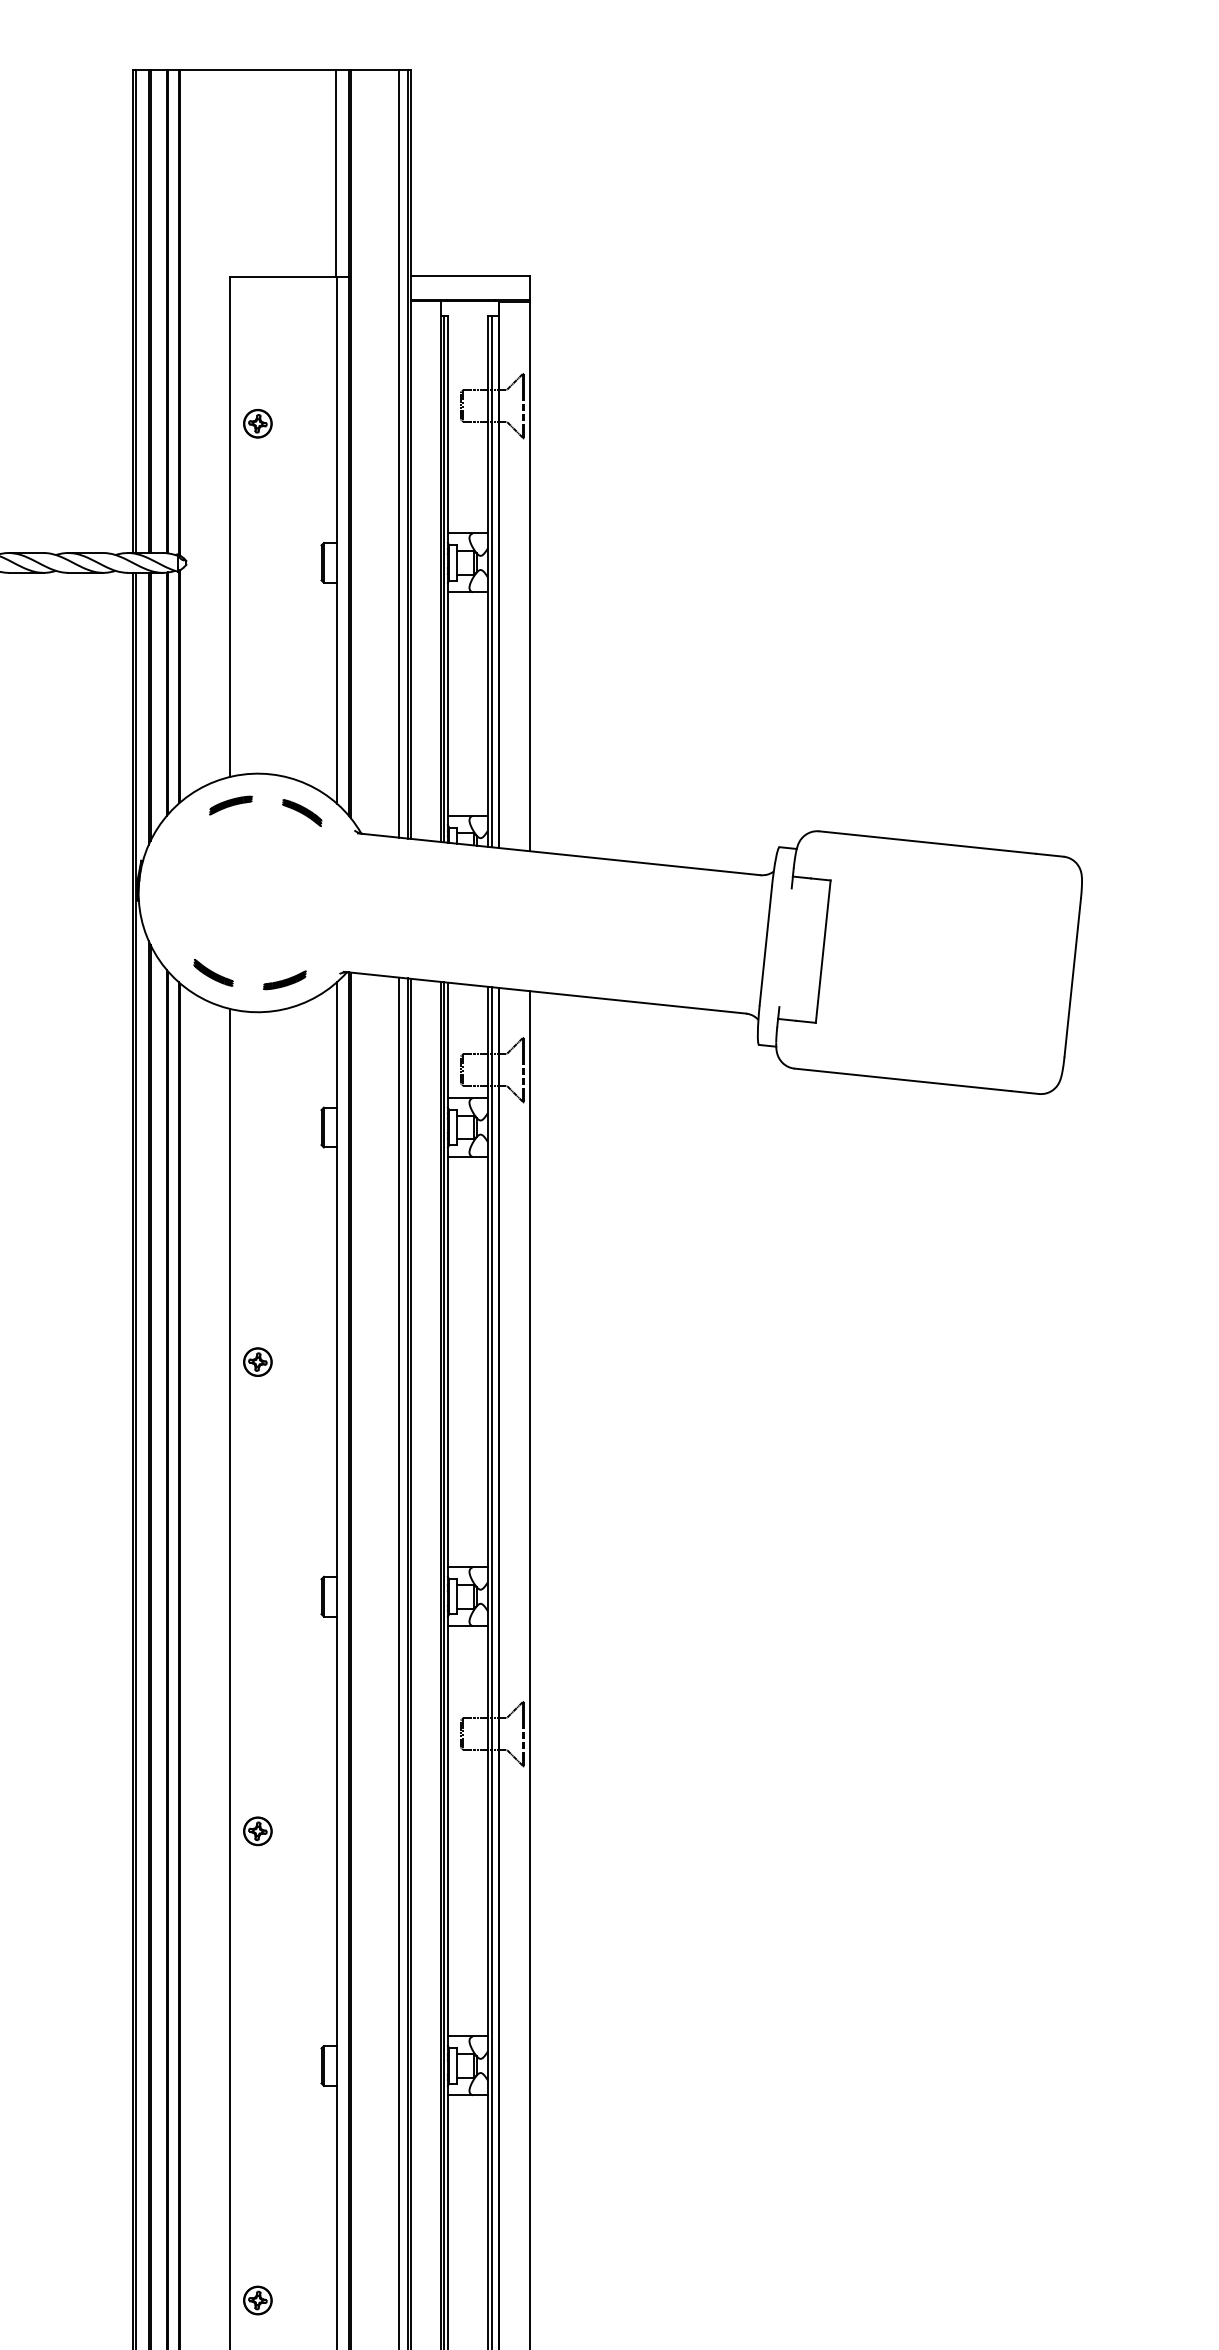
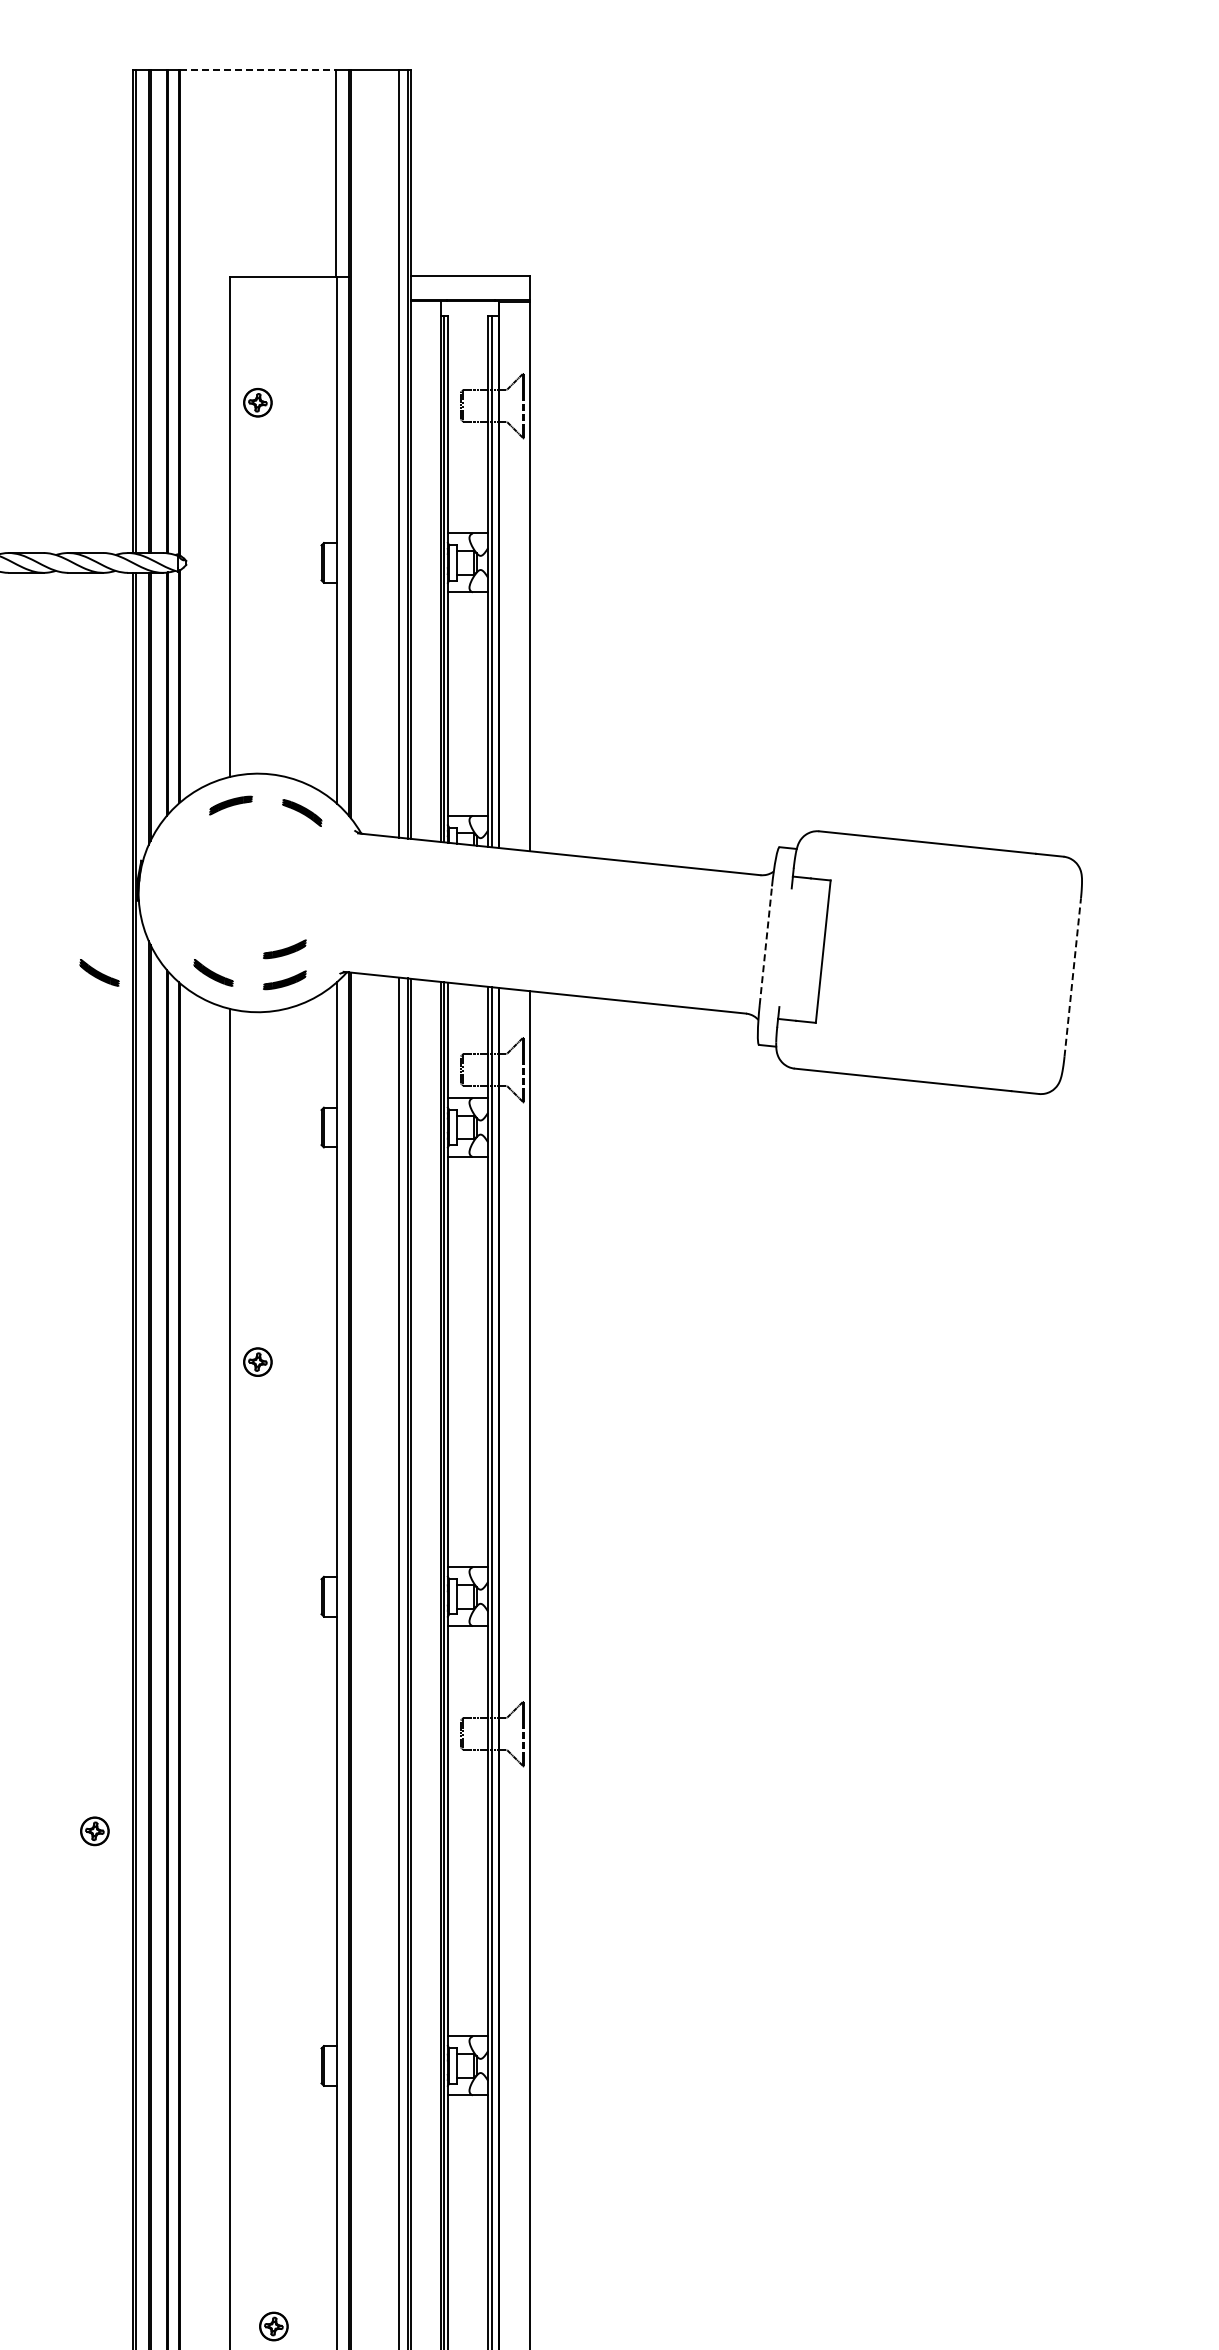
line at (258, 69): solid -> dashed
part at (257, 423) position: (257, 423) -> (257, 402)
line at (765, 945): solid -> dashed
part at (284, 949): none -> present
part at (99, 972): none -> present
line at (1072, 977): solid -> dashed
part at (257, 1831) position: (257, 1831) -> (94, 1831)
part at (257, 2300) position: (257, 2300) -> (273, 2326)
